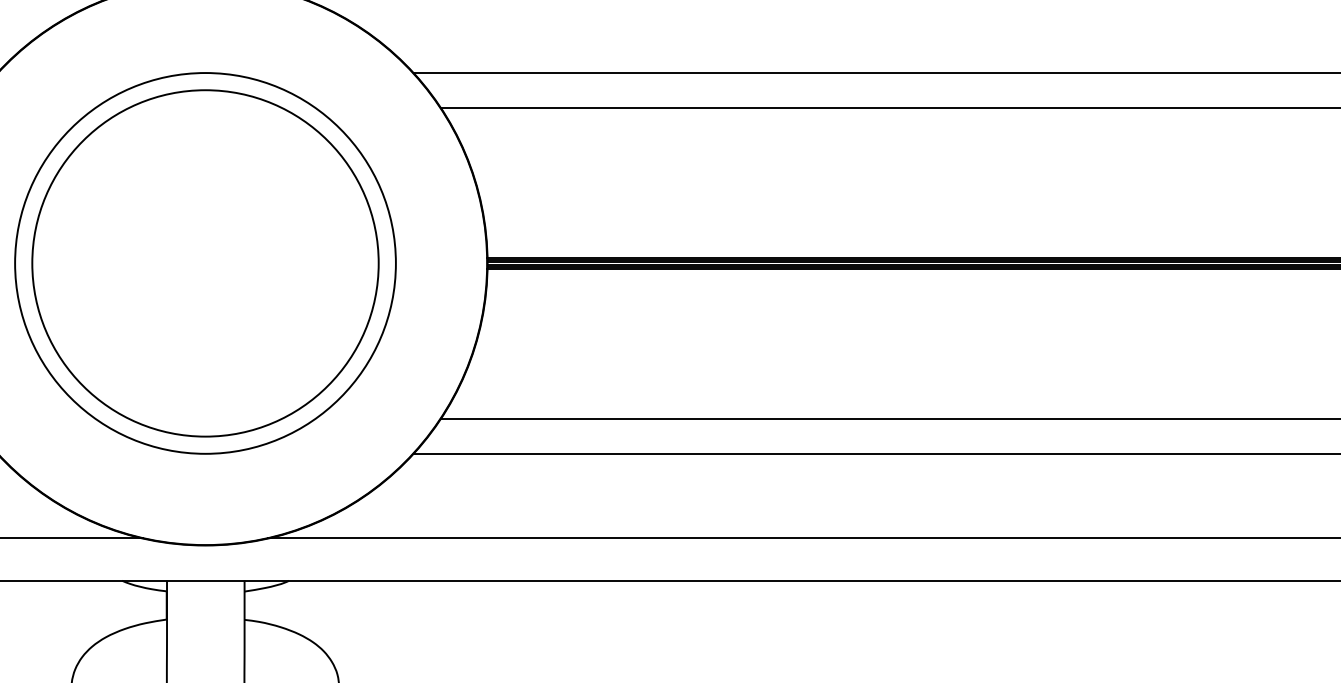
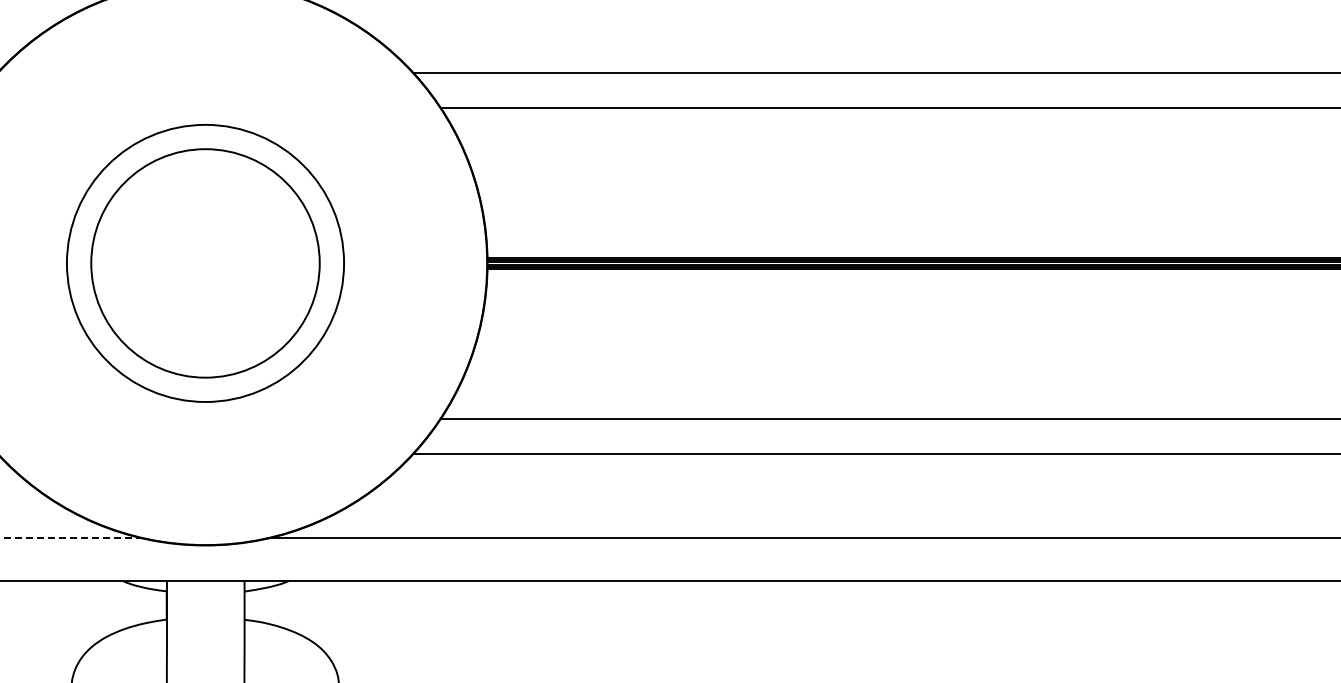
circle at (205, 263) diameter: 346 px -> 277 px
circle at (205, 263) diameter: 381 px -> 228 px
line at (71, 538): solid -> dashed
